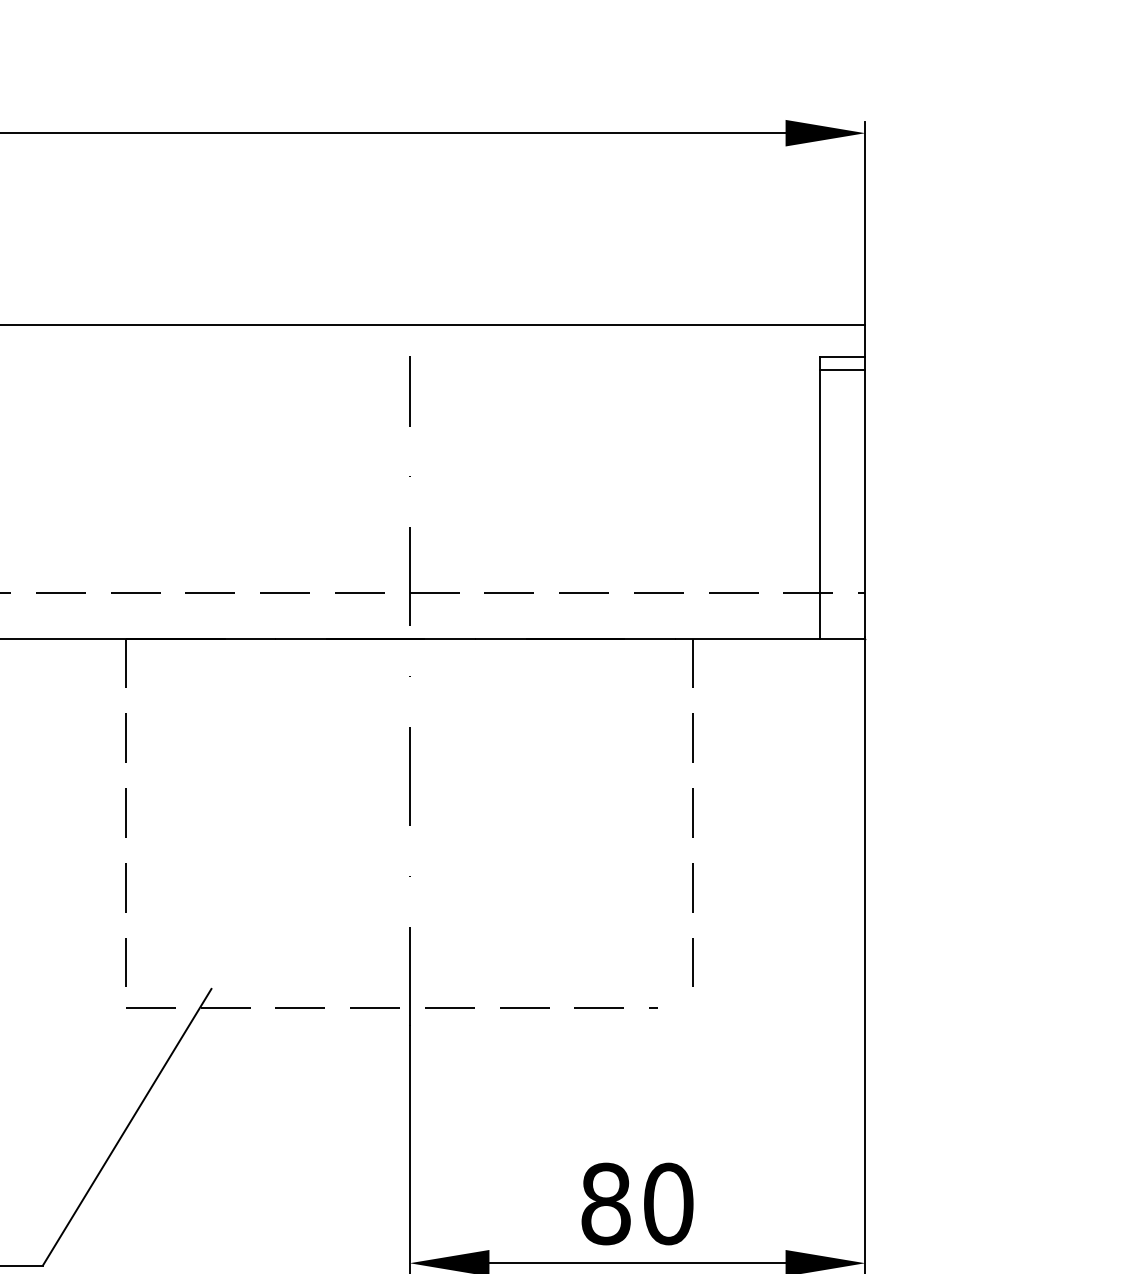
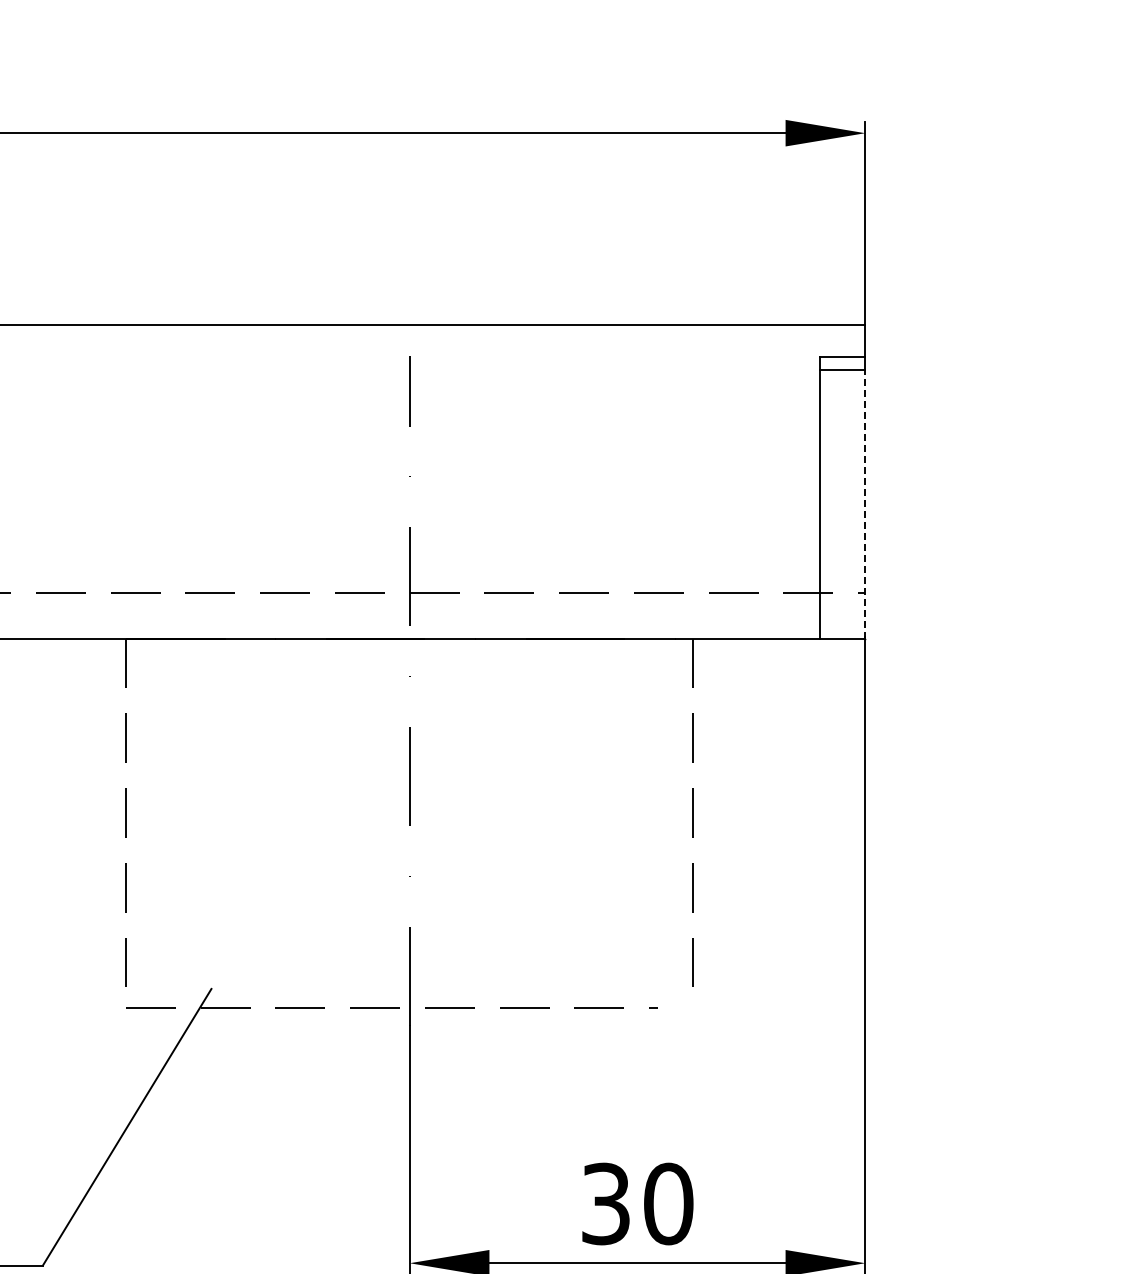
line at (865, 503): solid -> dashed
text at (605, 1203): 80 -> 30
